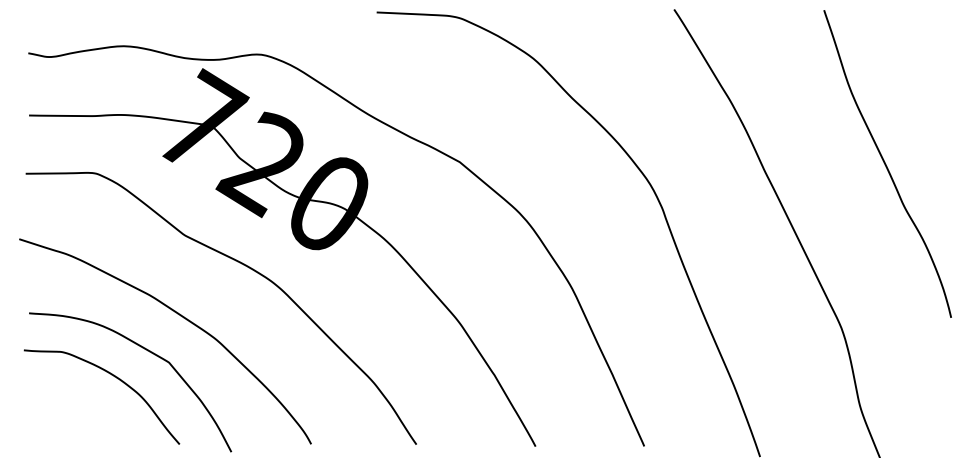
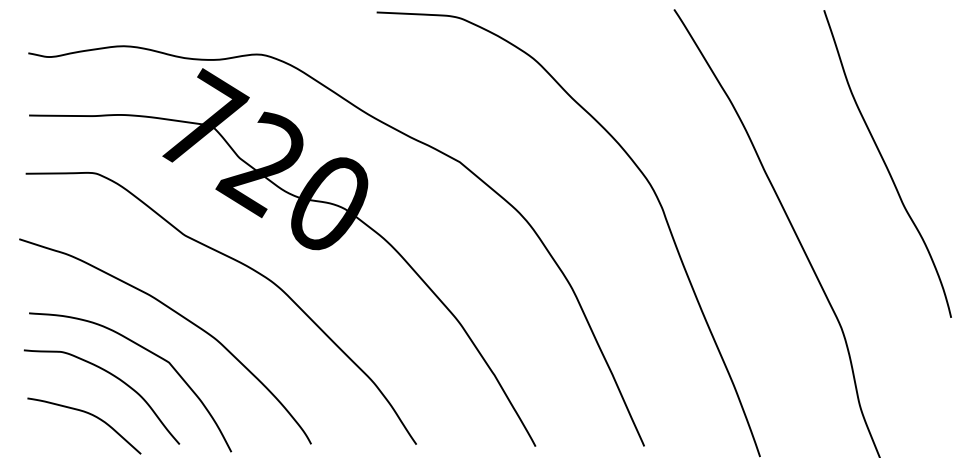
curve at (90, 415): none -> present
